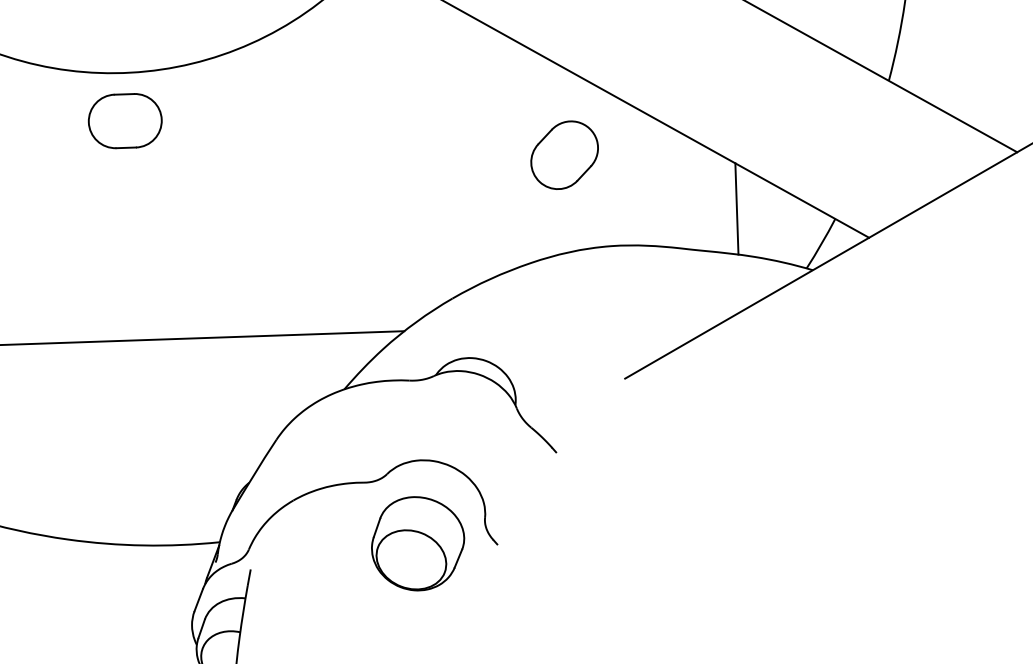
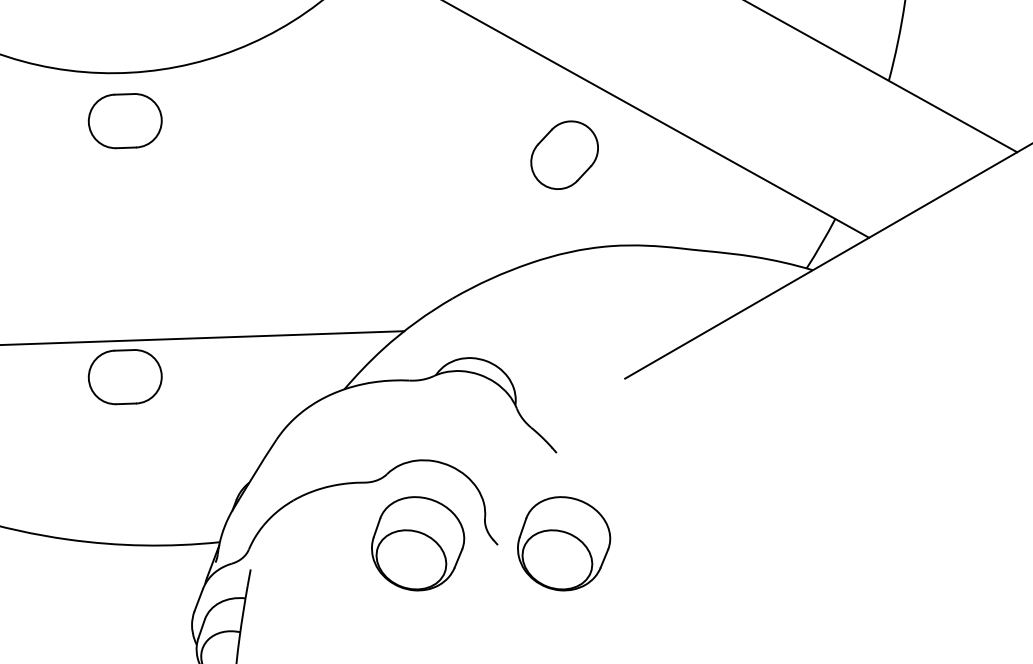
line at (736, 208): present -> none
part at (124, 377): none -> present
part at (564, 543): none -> present
